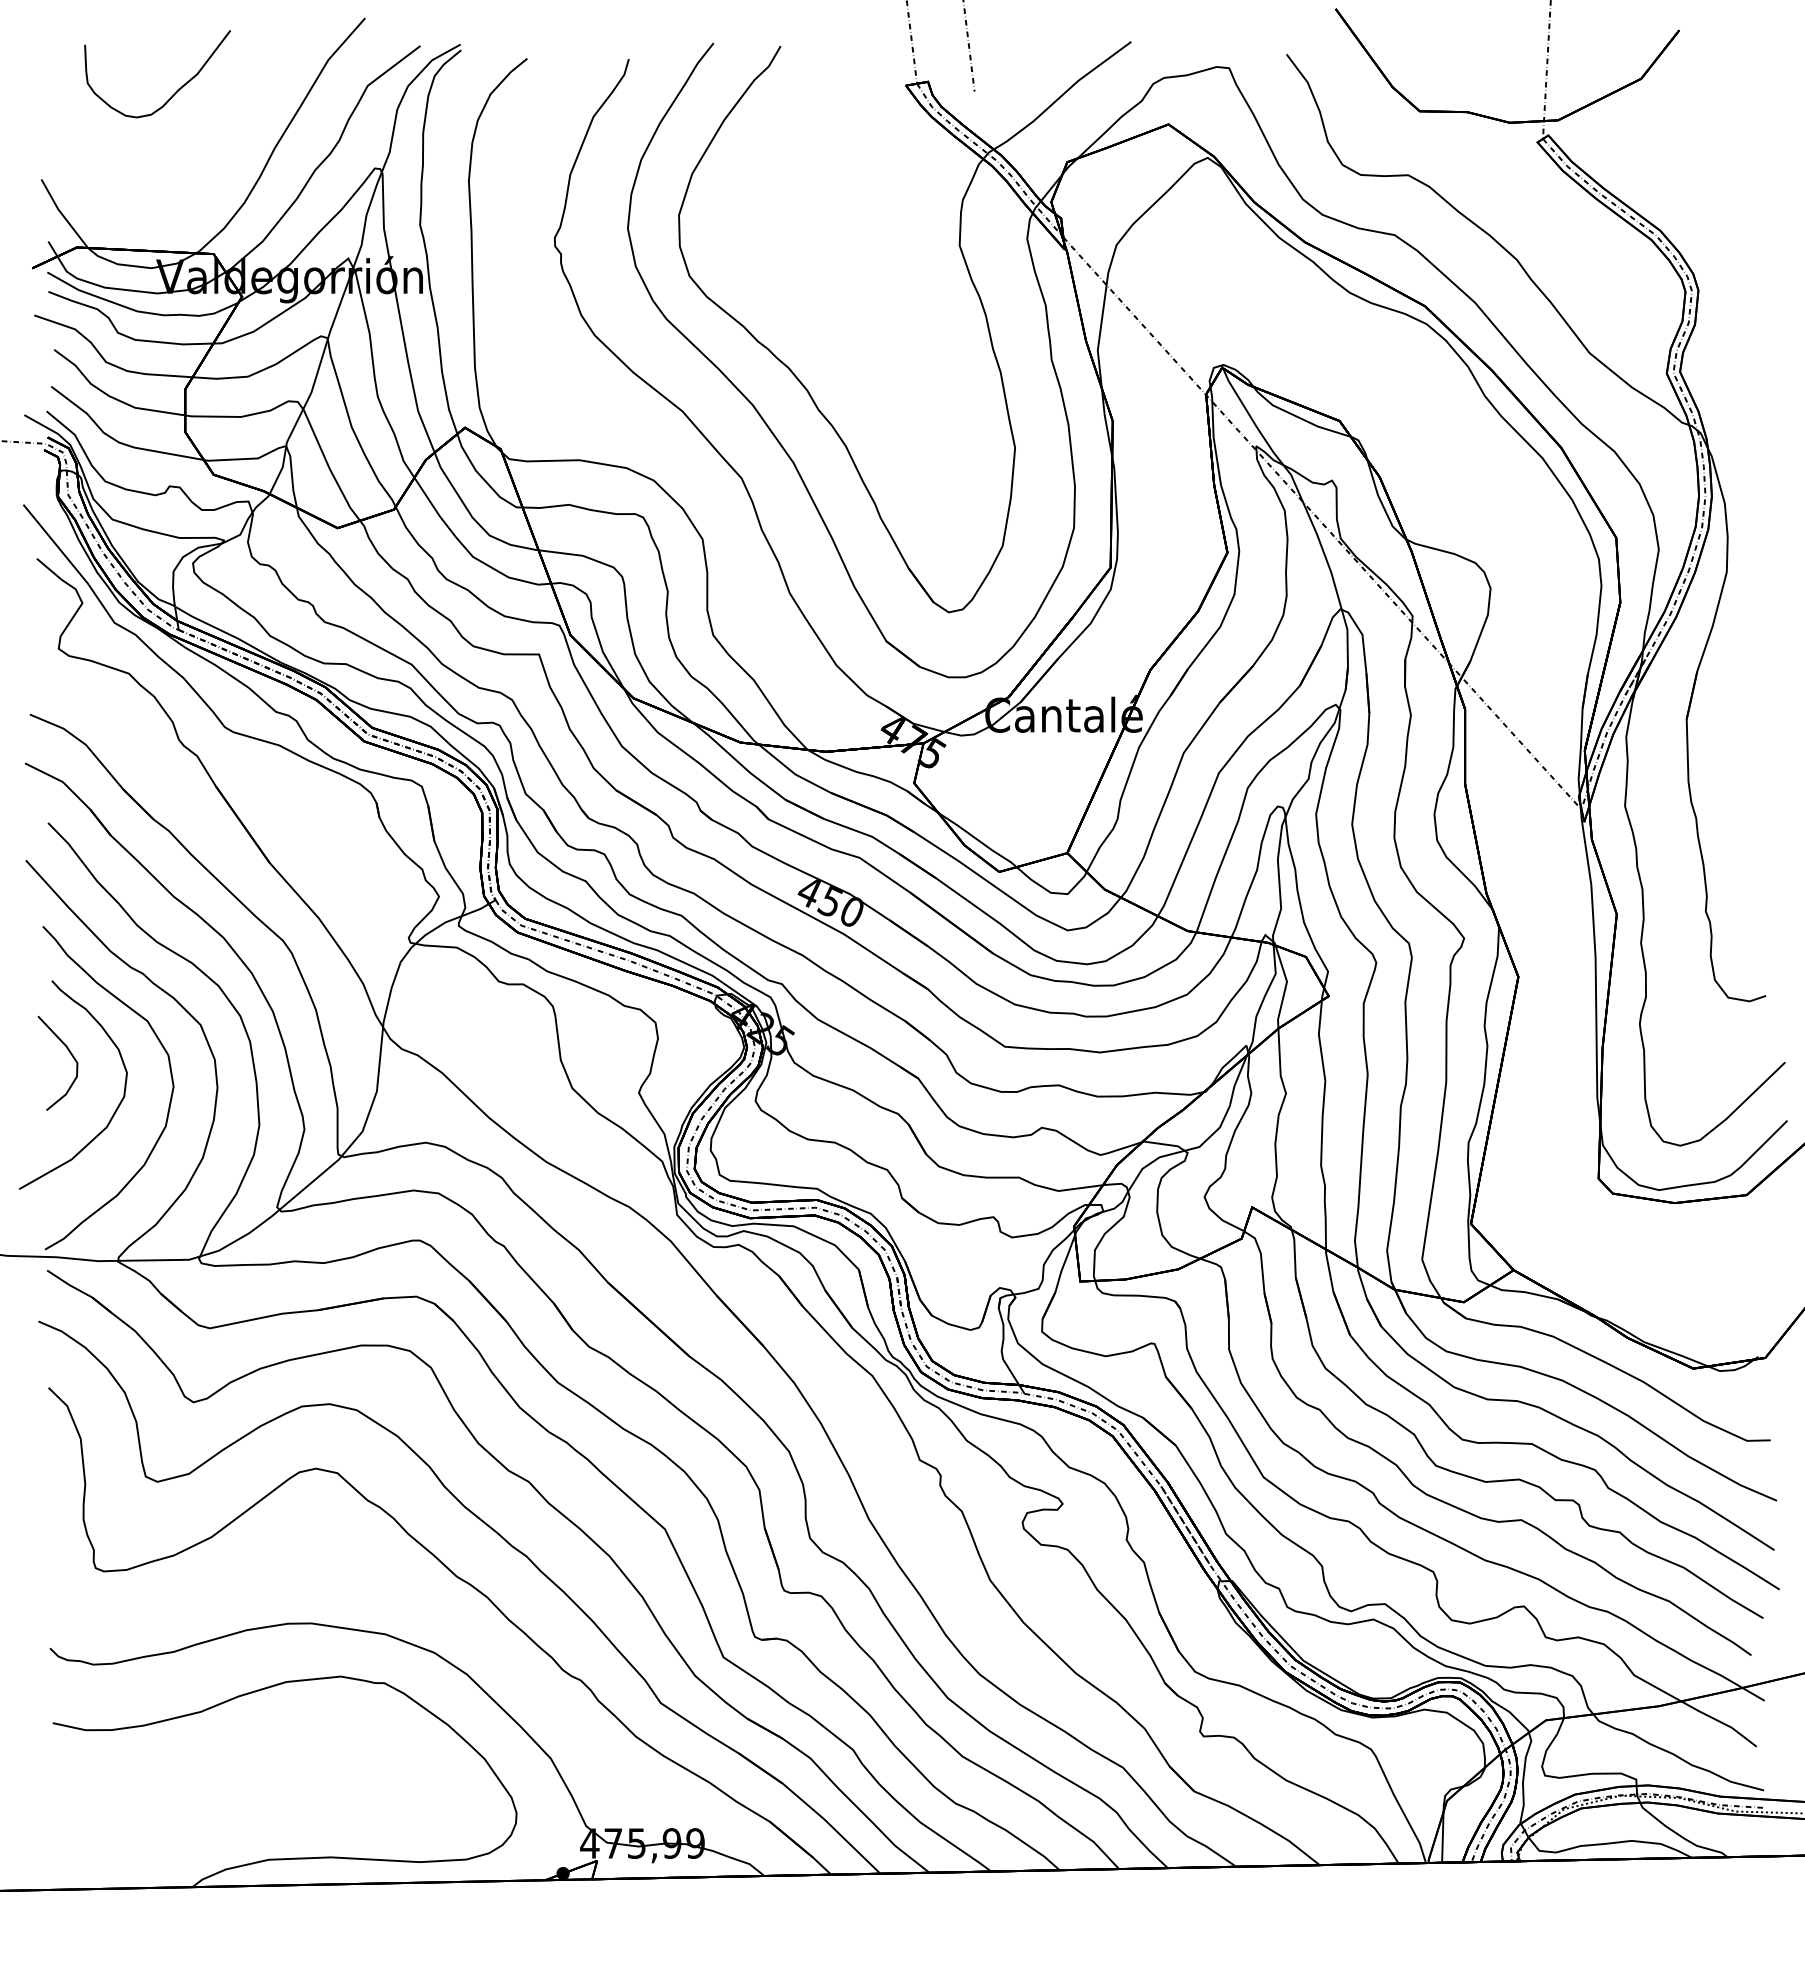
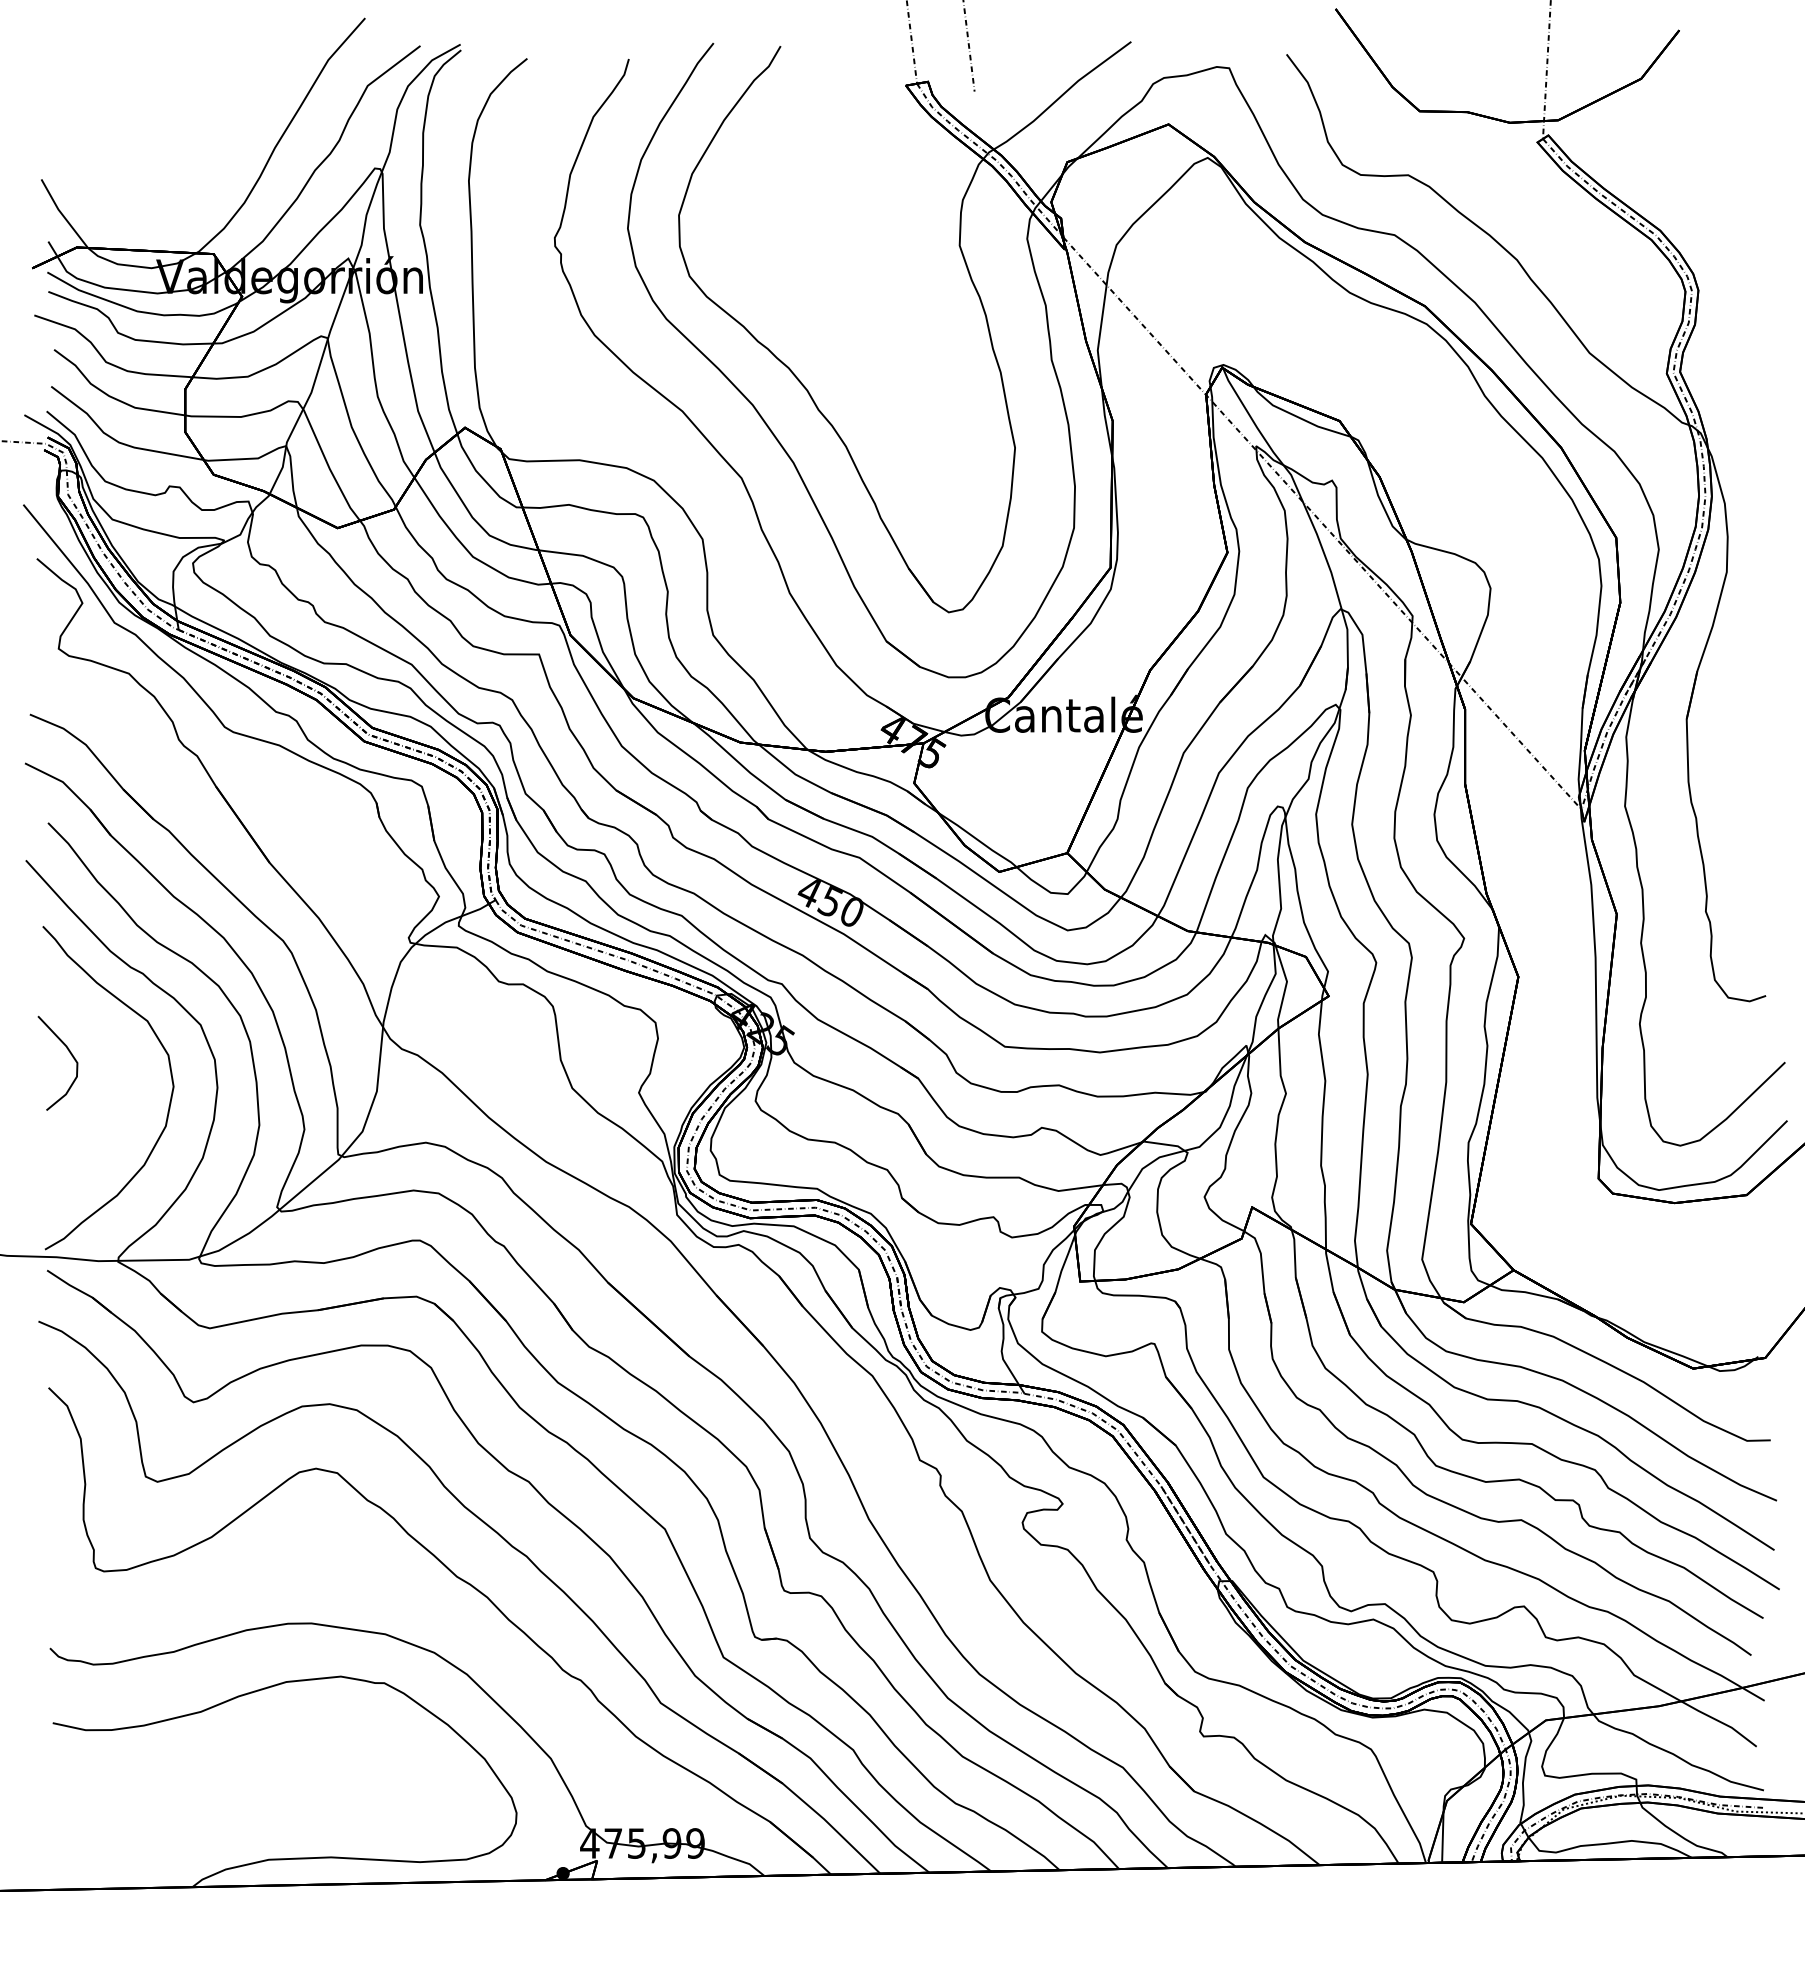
curve at (175, 91): present -> none
curve at (115, 1109): present -> none
